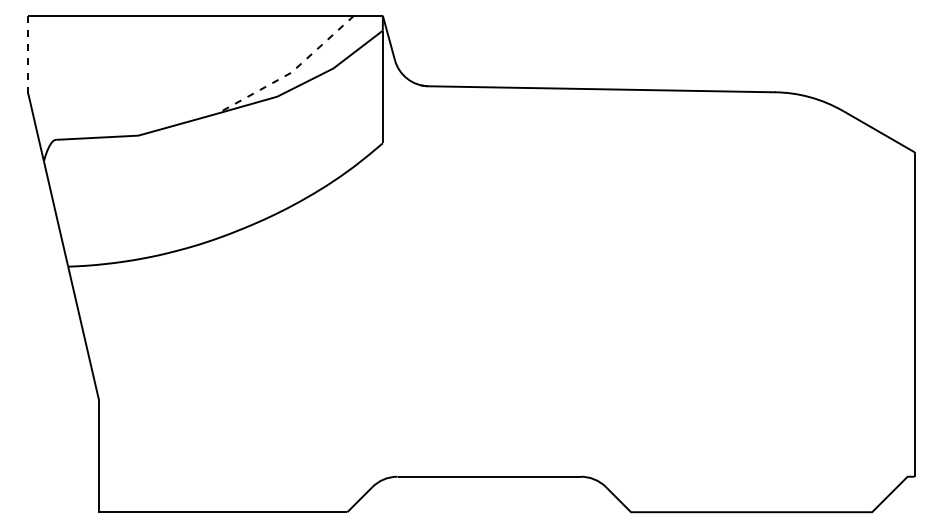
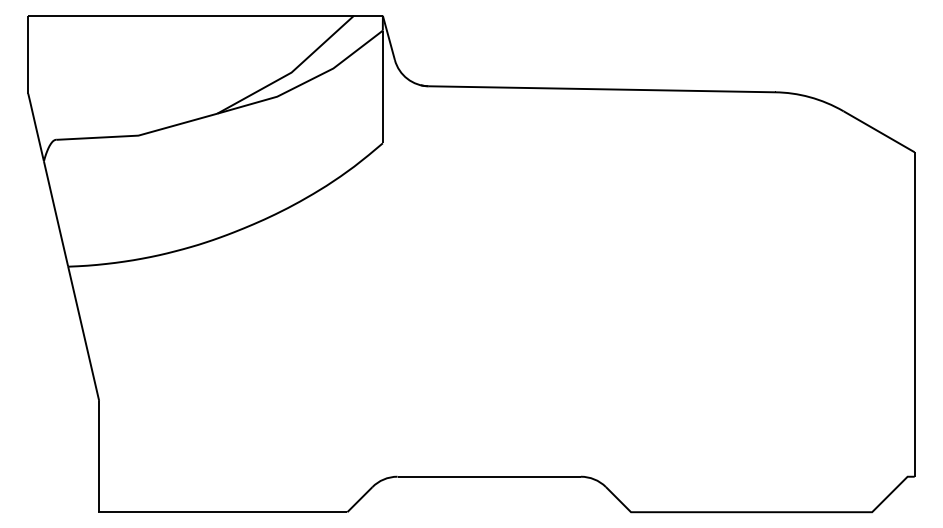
line at (28, 54): dashed -> solid
line at (291, 72): dashed -> solid
